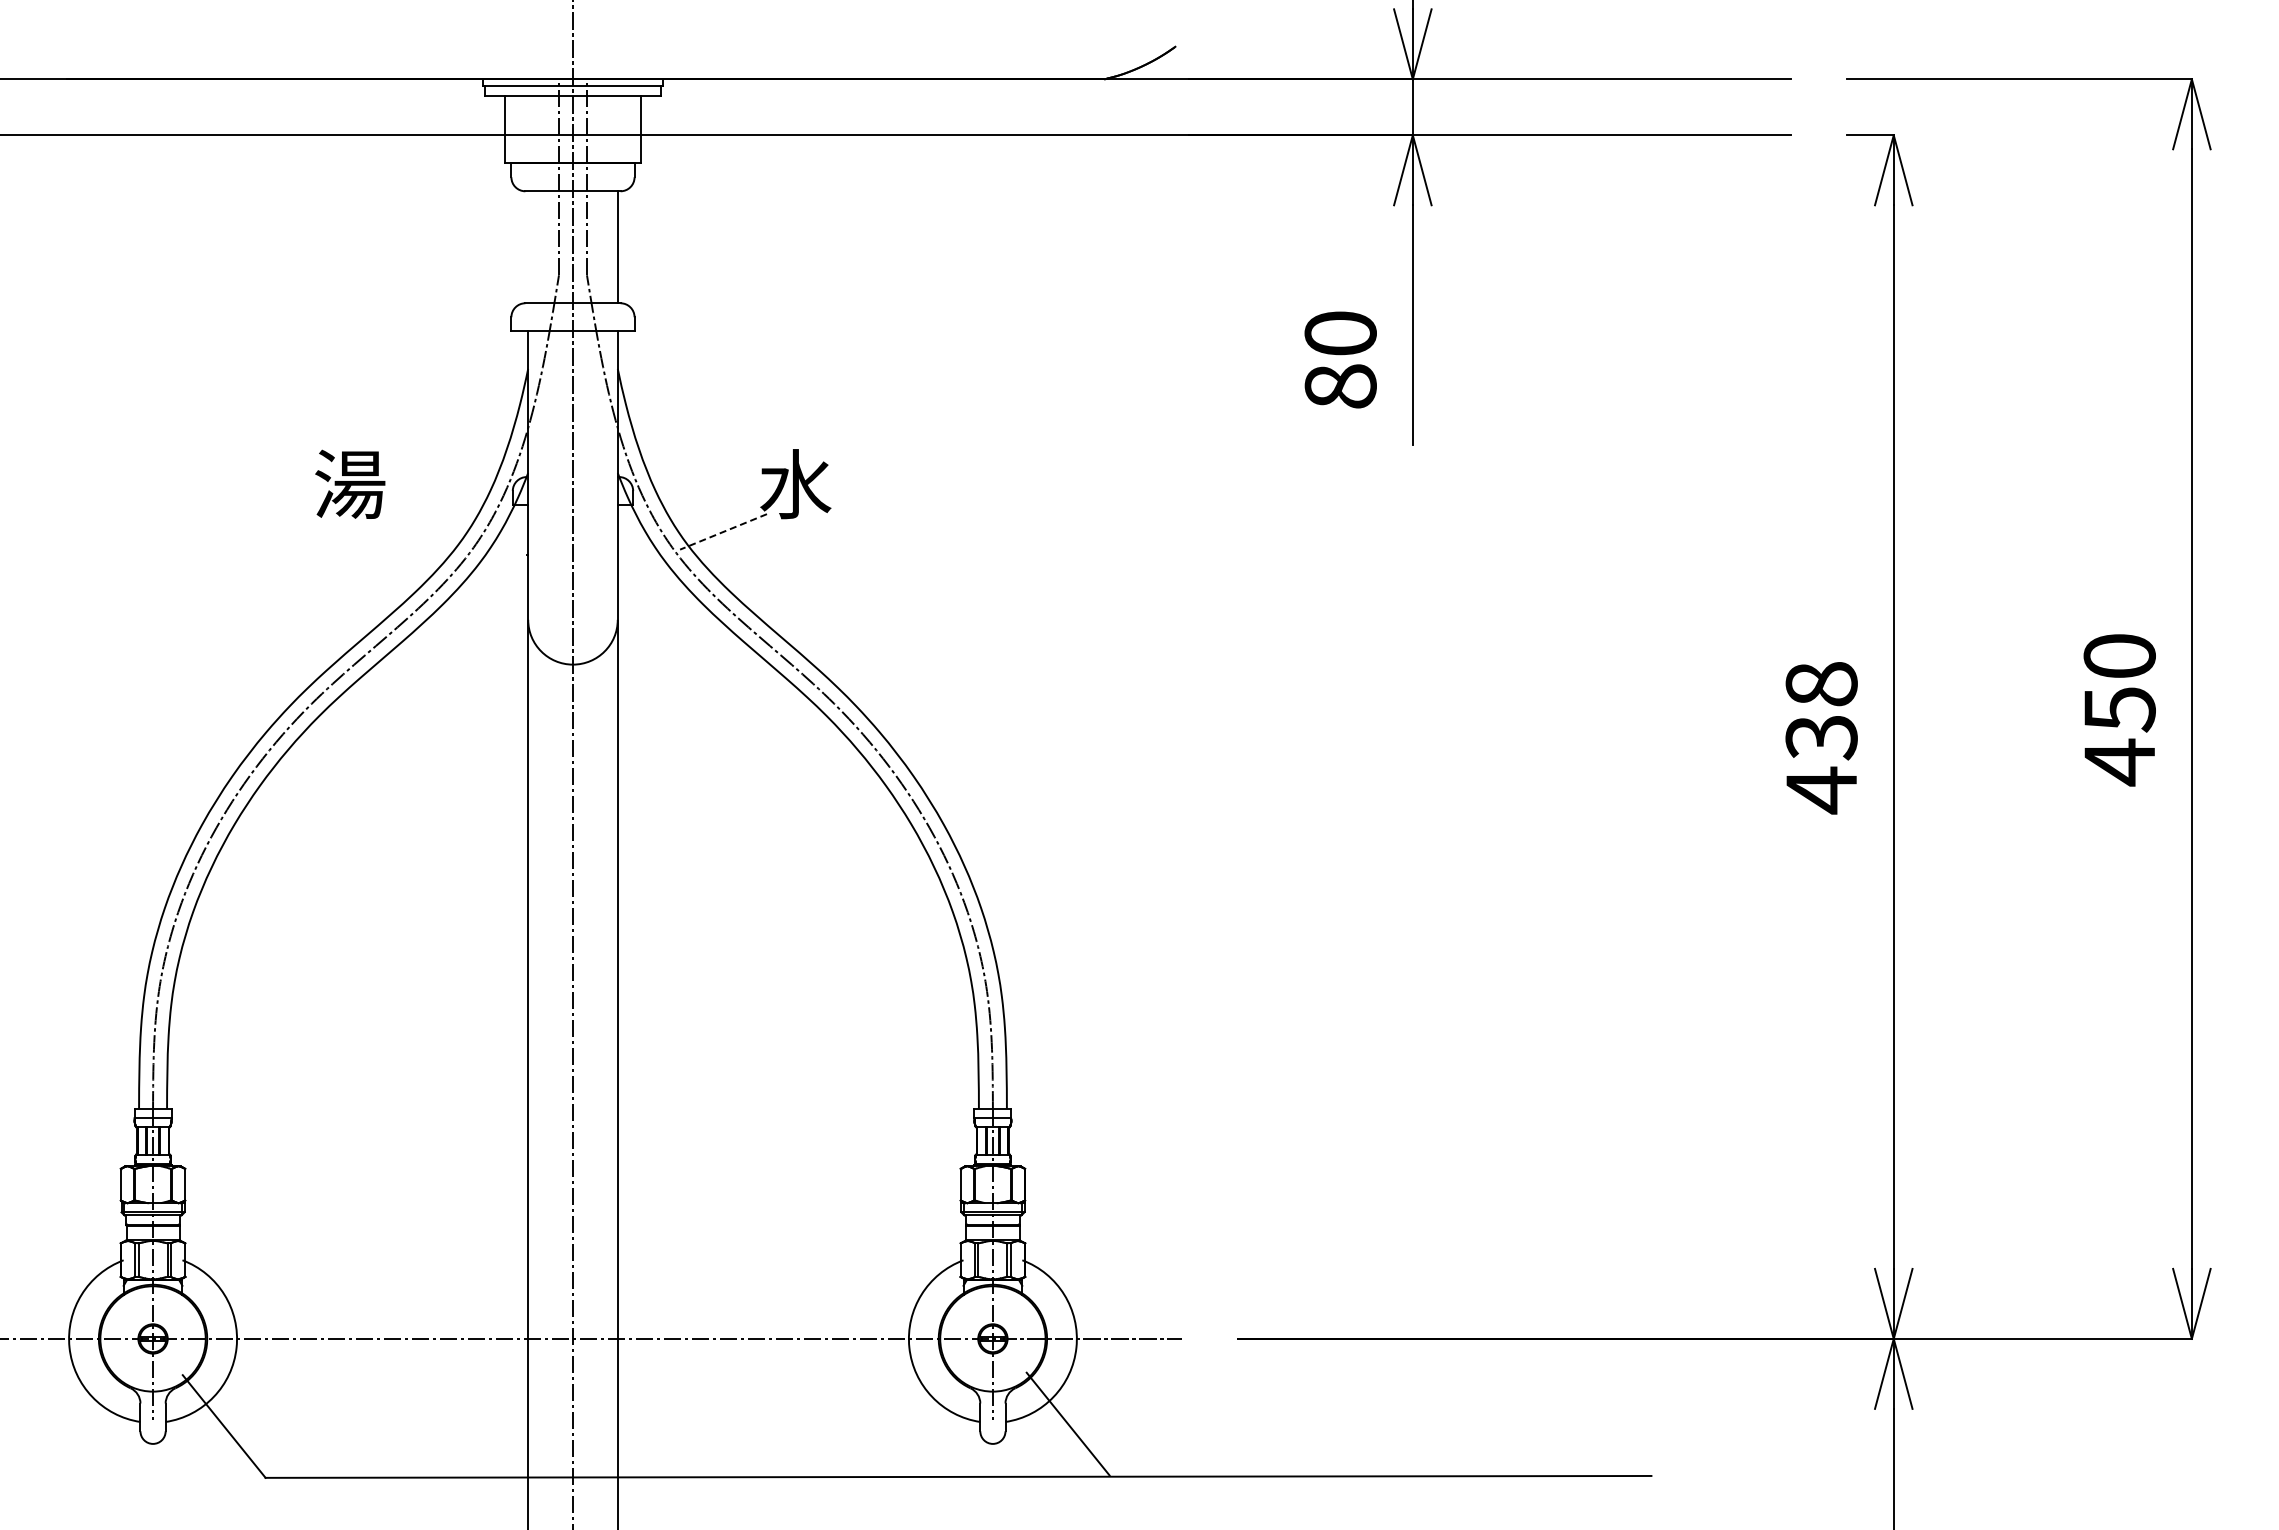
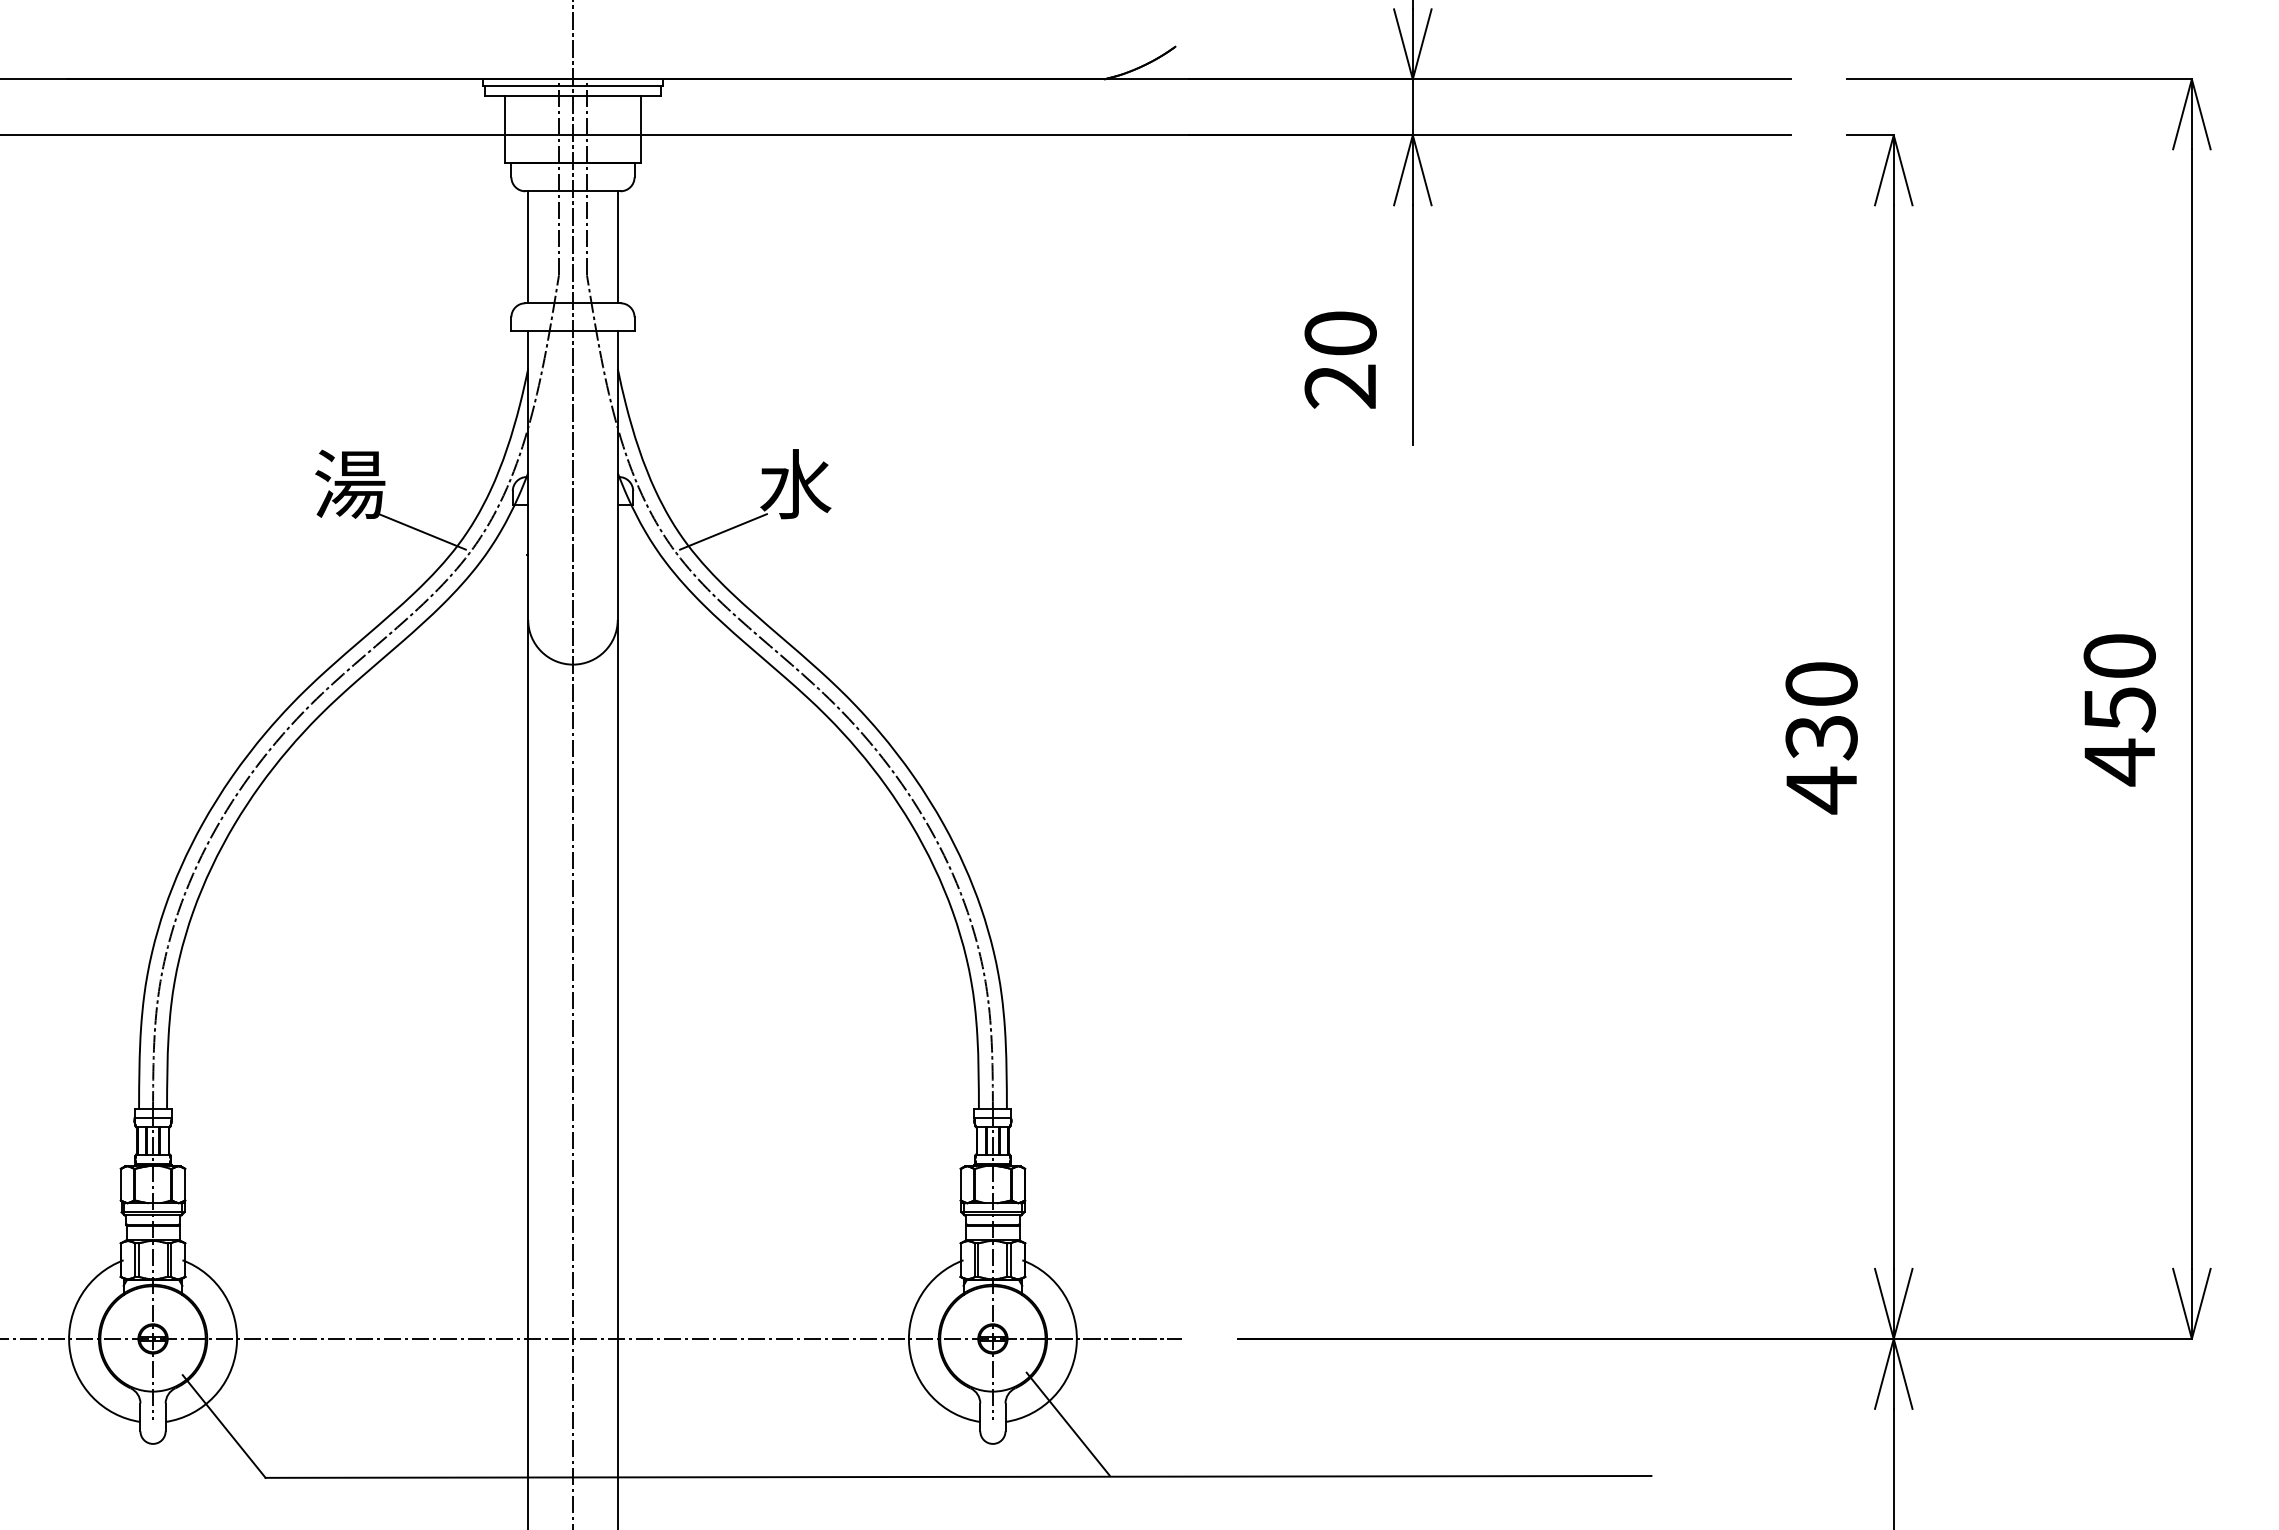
line at (528, 247): none -> present
text at (1340, 386): 80 -> 20
line at (422, 531): none -> present
line at (723, 531): dashed -> solid
text at (1821, 684): 438 -> 430
